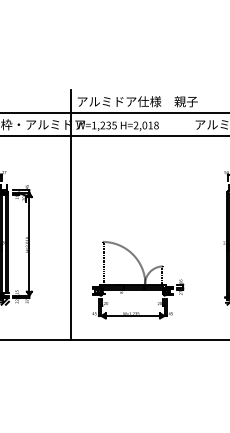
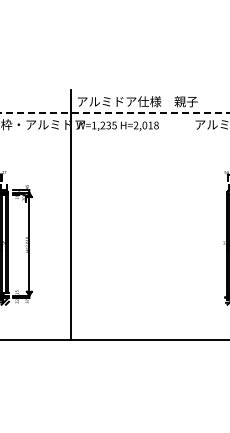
line at (115, 113): solid -> dashed
line at (114, 136): present -> none
part at (138, 280): present -> none
